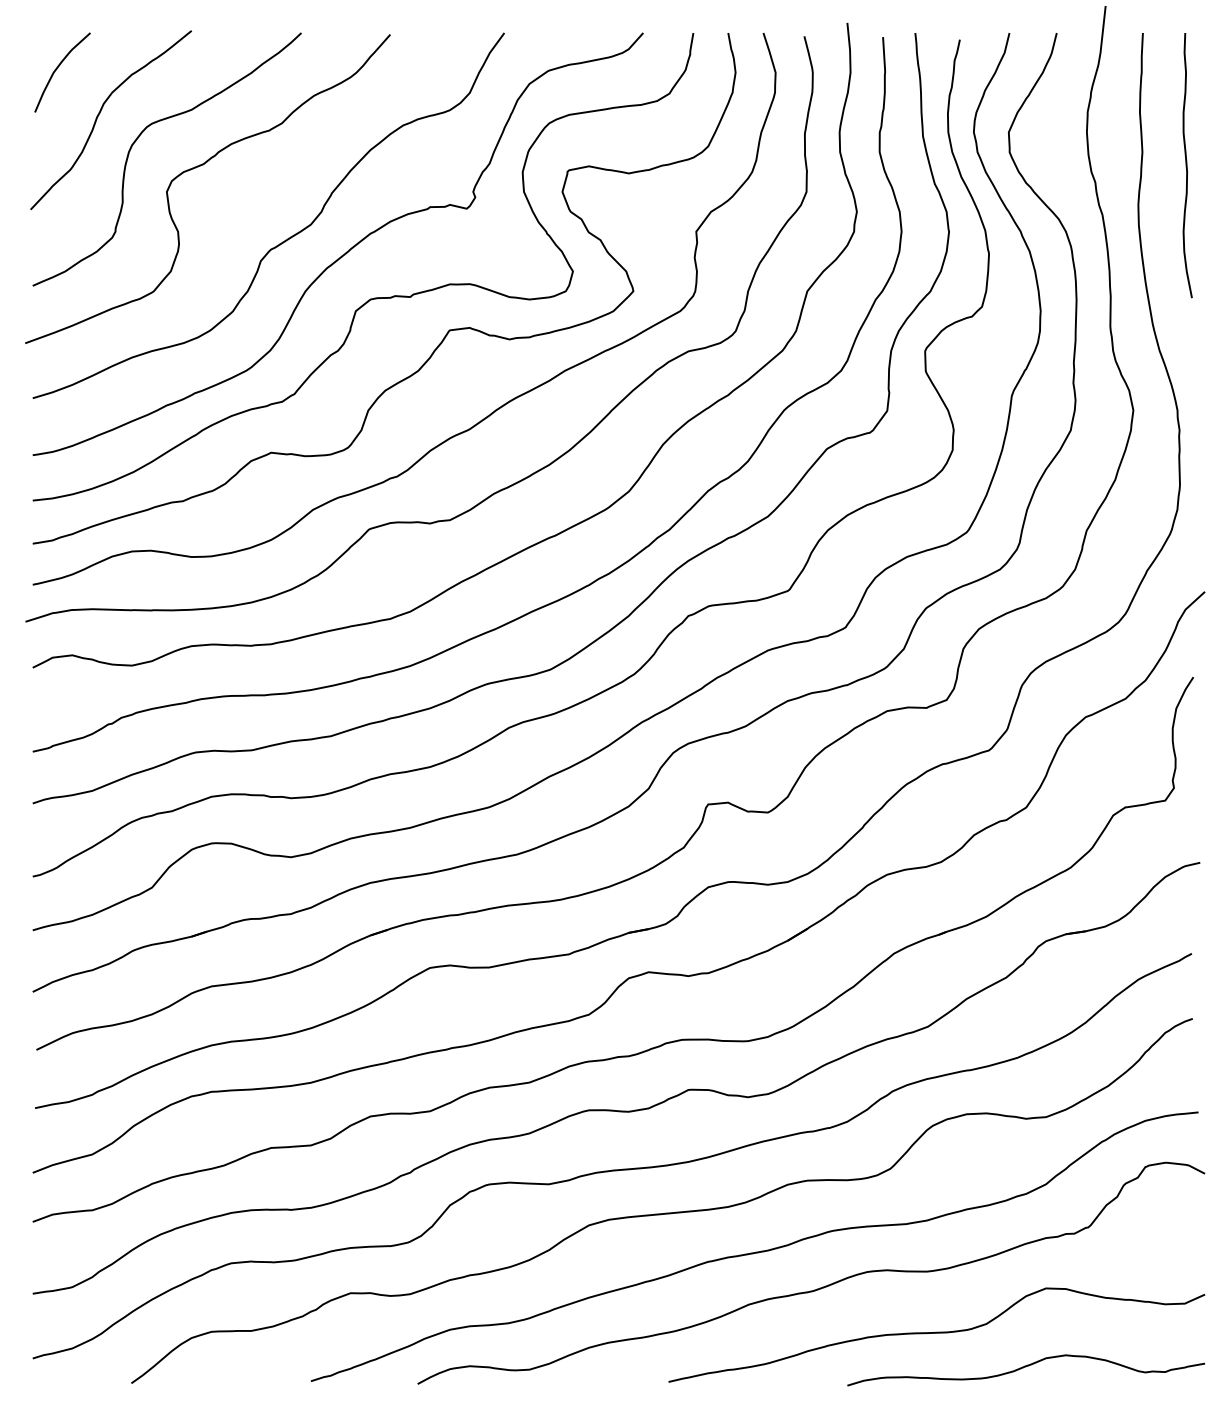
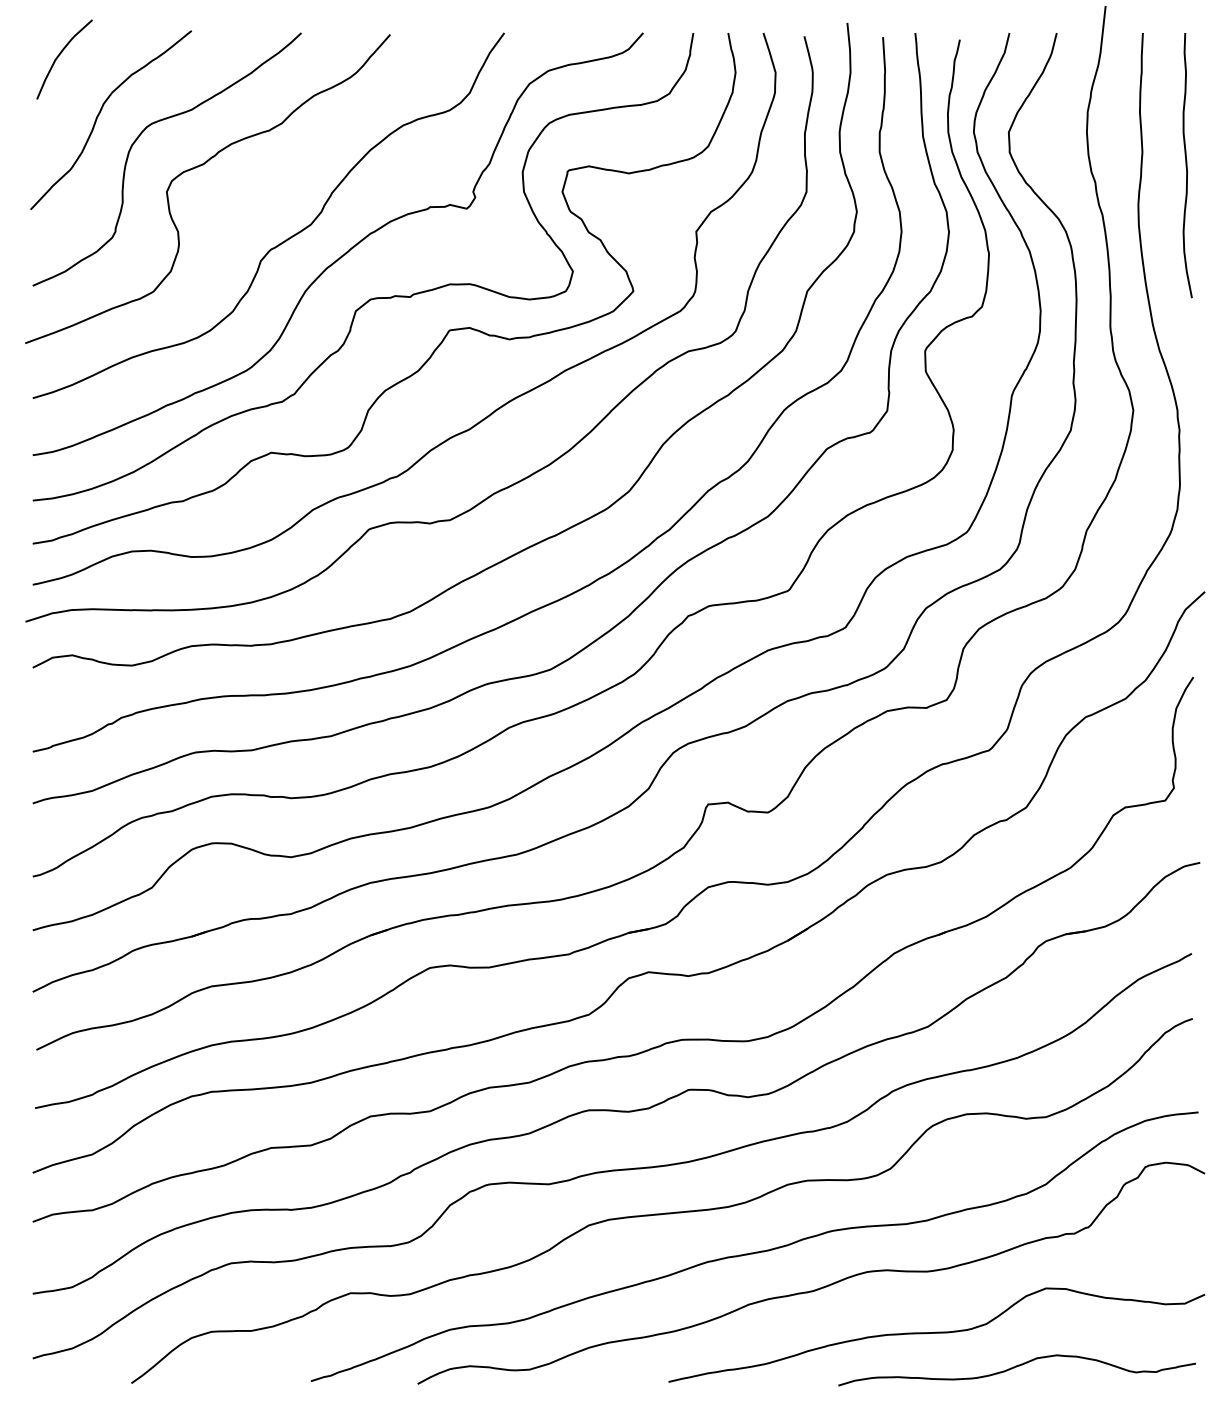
curve at (57, 69) position: (57, 69) -> (59, 56)
curve at (1023, 1368) position: (1023, 1368) -> (1014, 1368)
